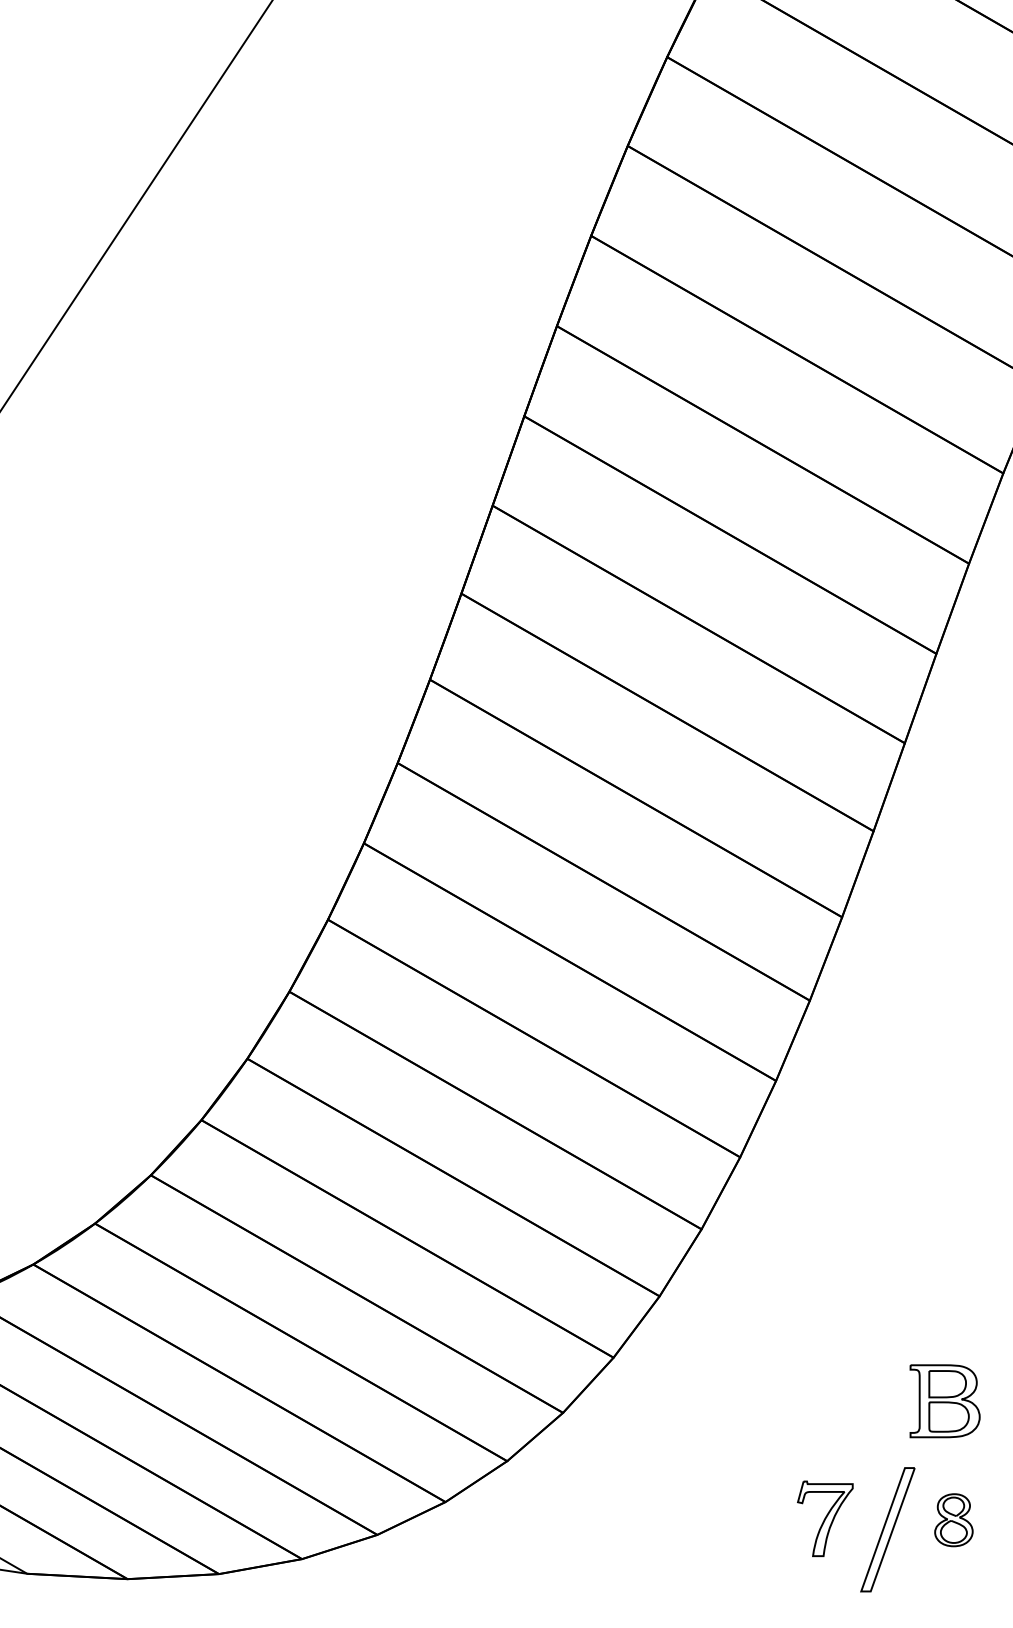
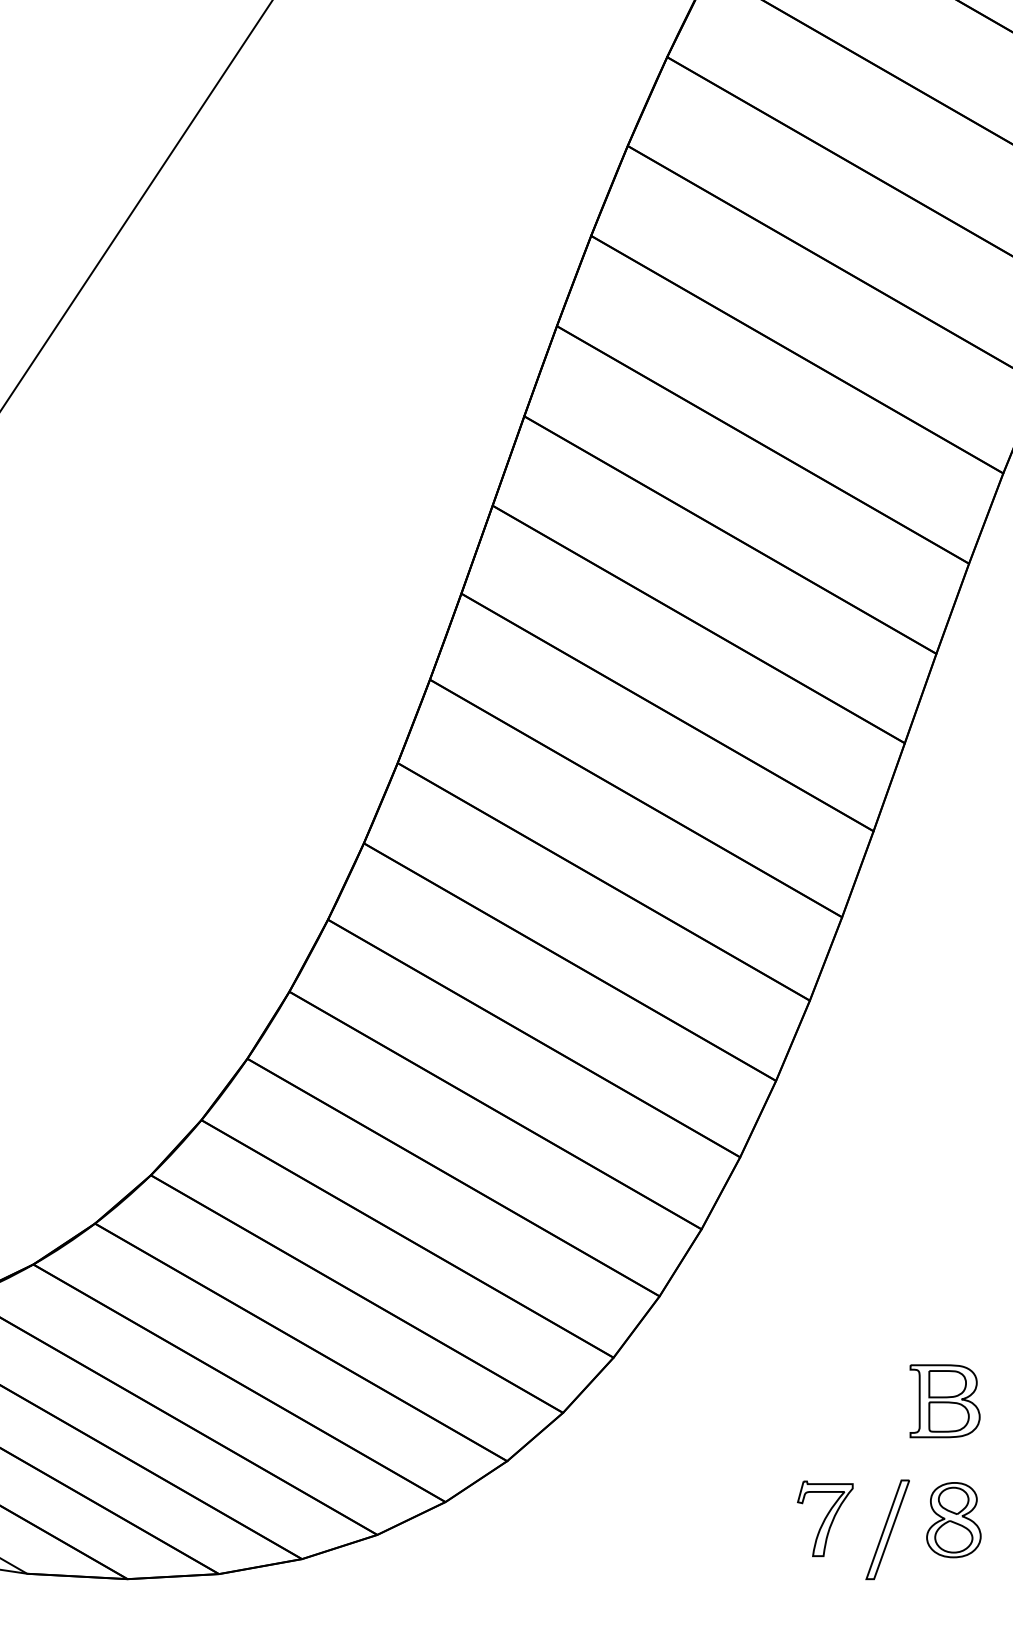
part at (953, 1520) size: 40x55 px -> 56x77 px
part at (887, 1529) size: 56x126 px -> 45x102 px
